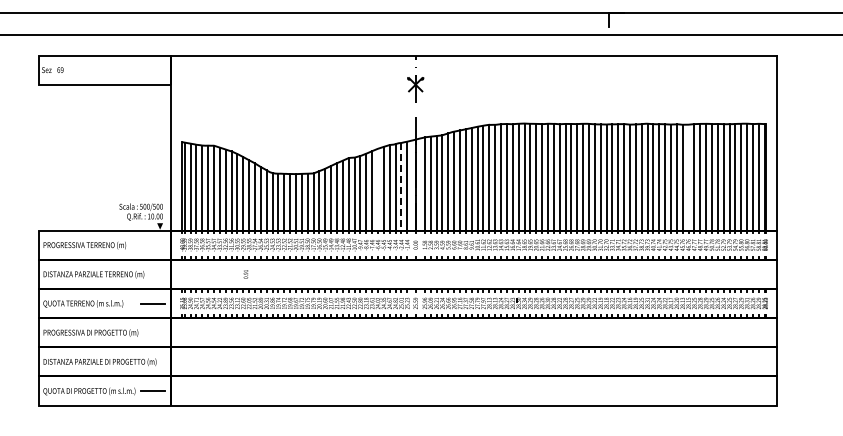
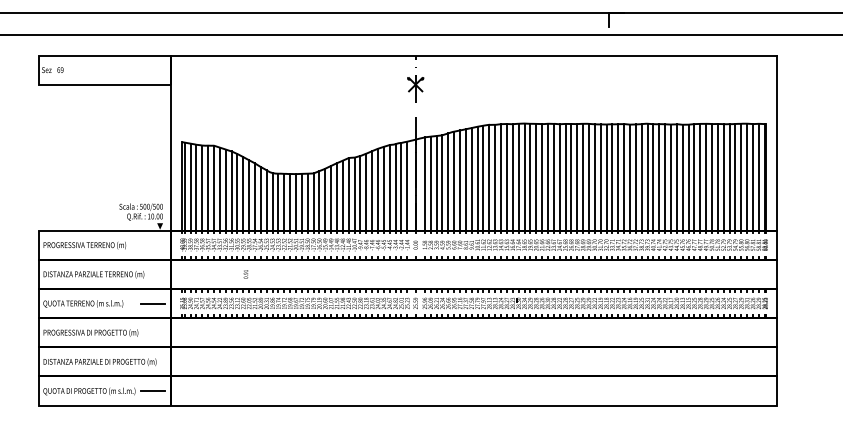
line at (688, 177): none -> present
line at (401, 186): dashed -> solid
line at (378, 189): none -> present
